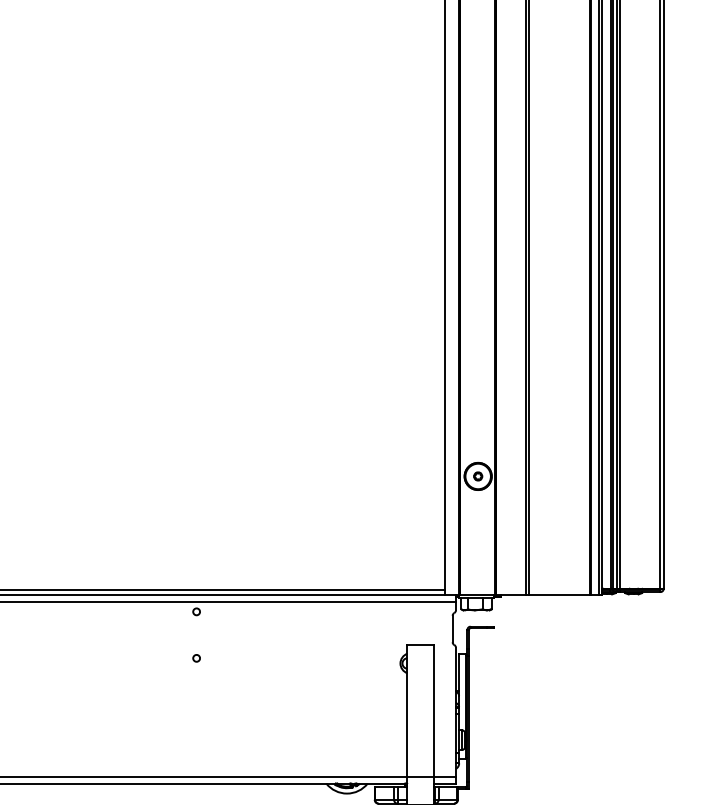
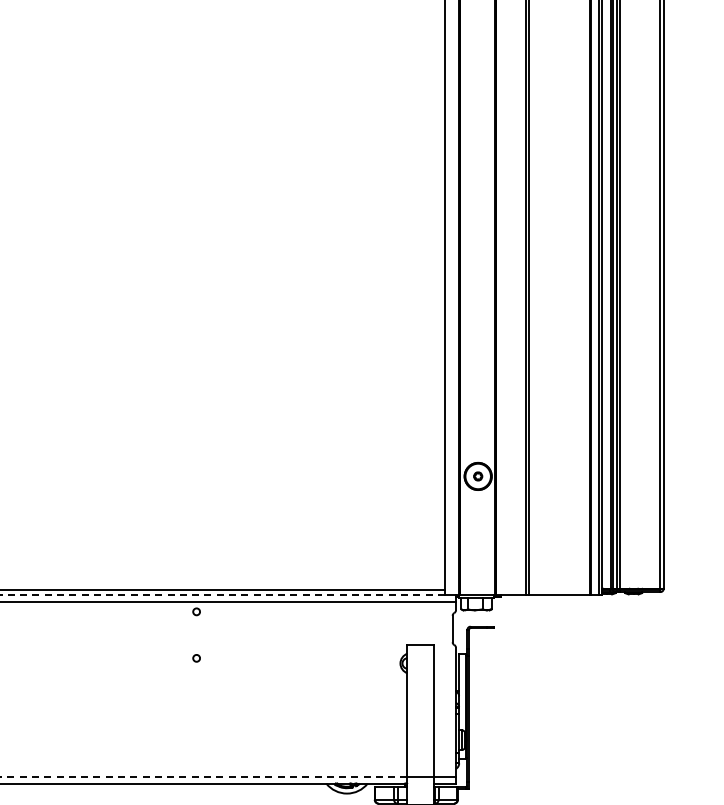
line at (222, 595): solid -> dashed
line at (203, 777): solid -> dashed
